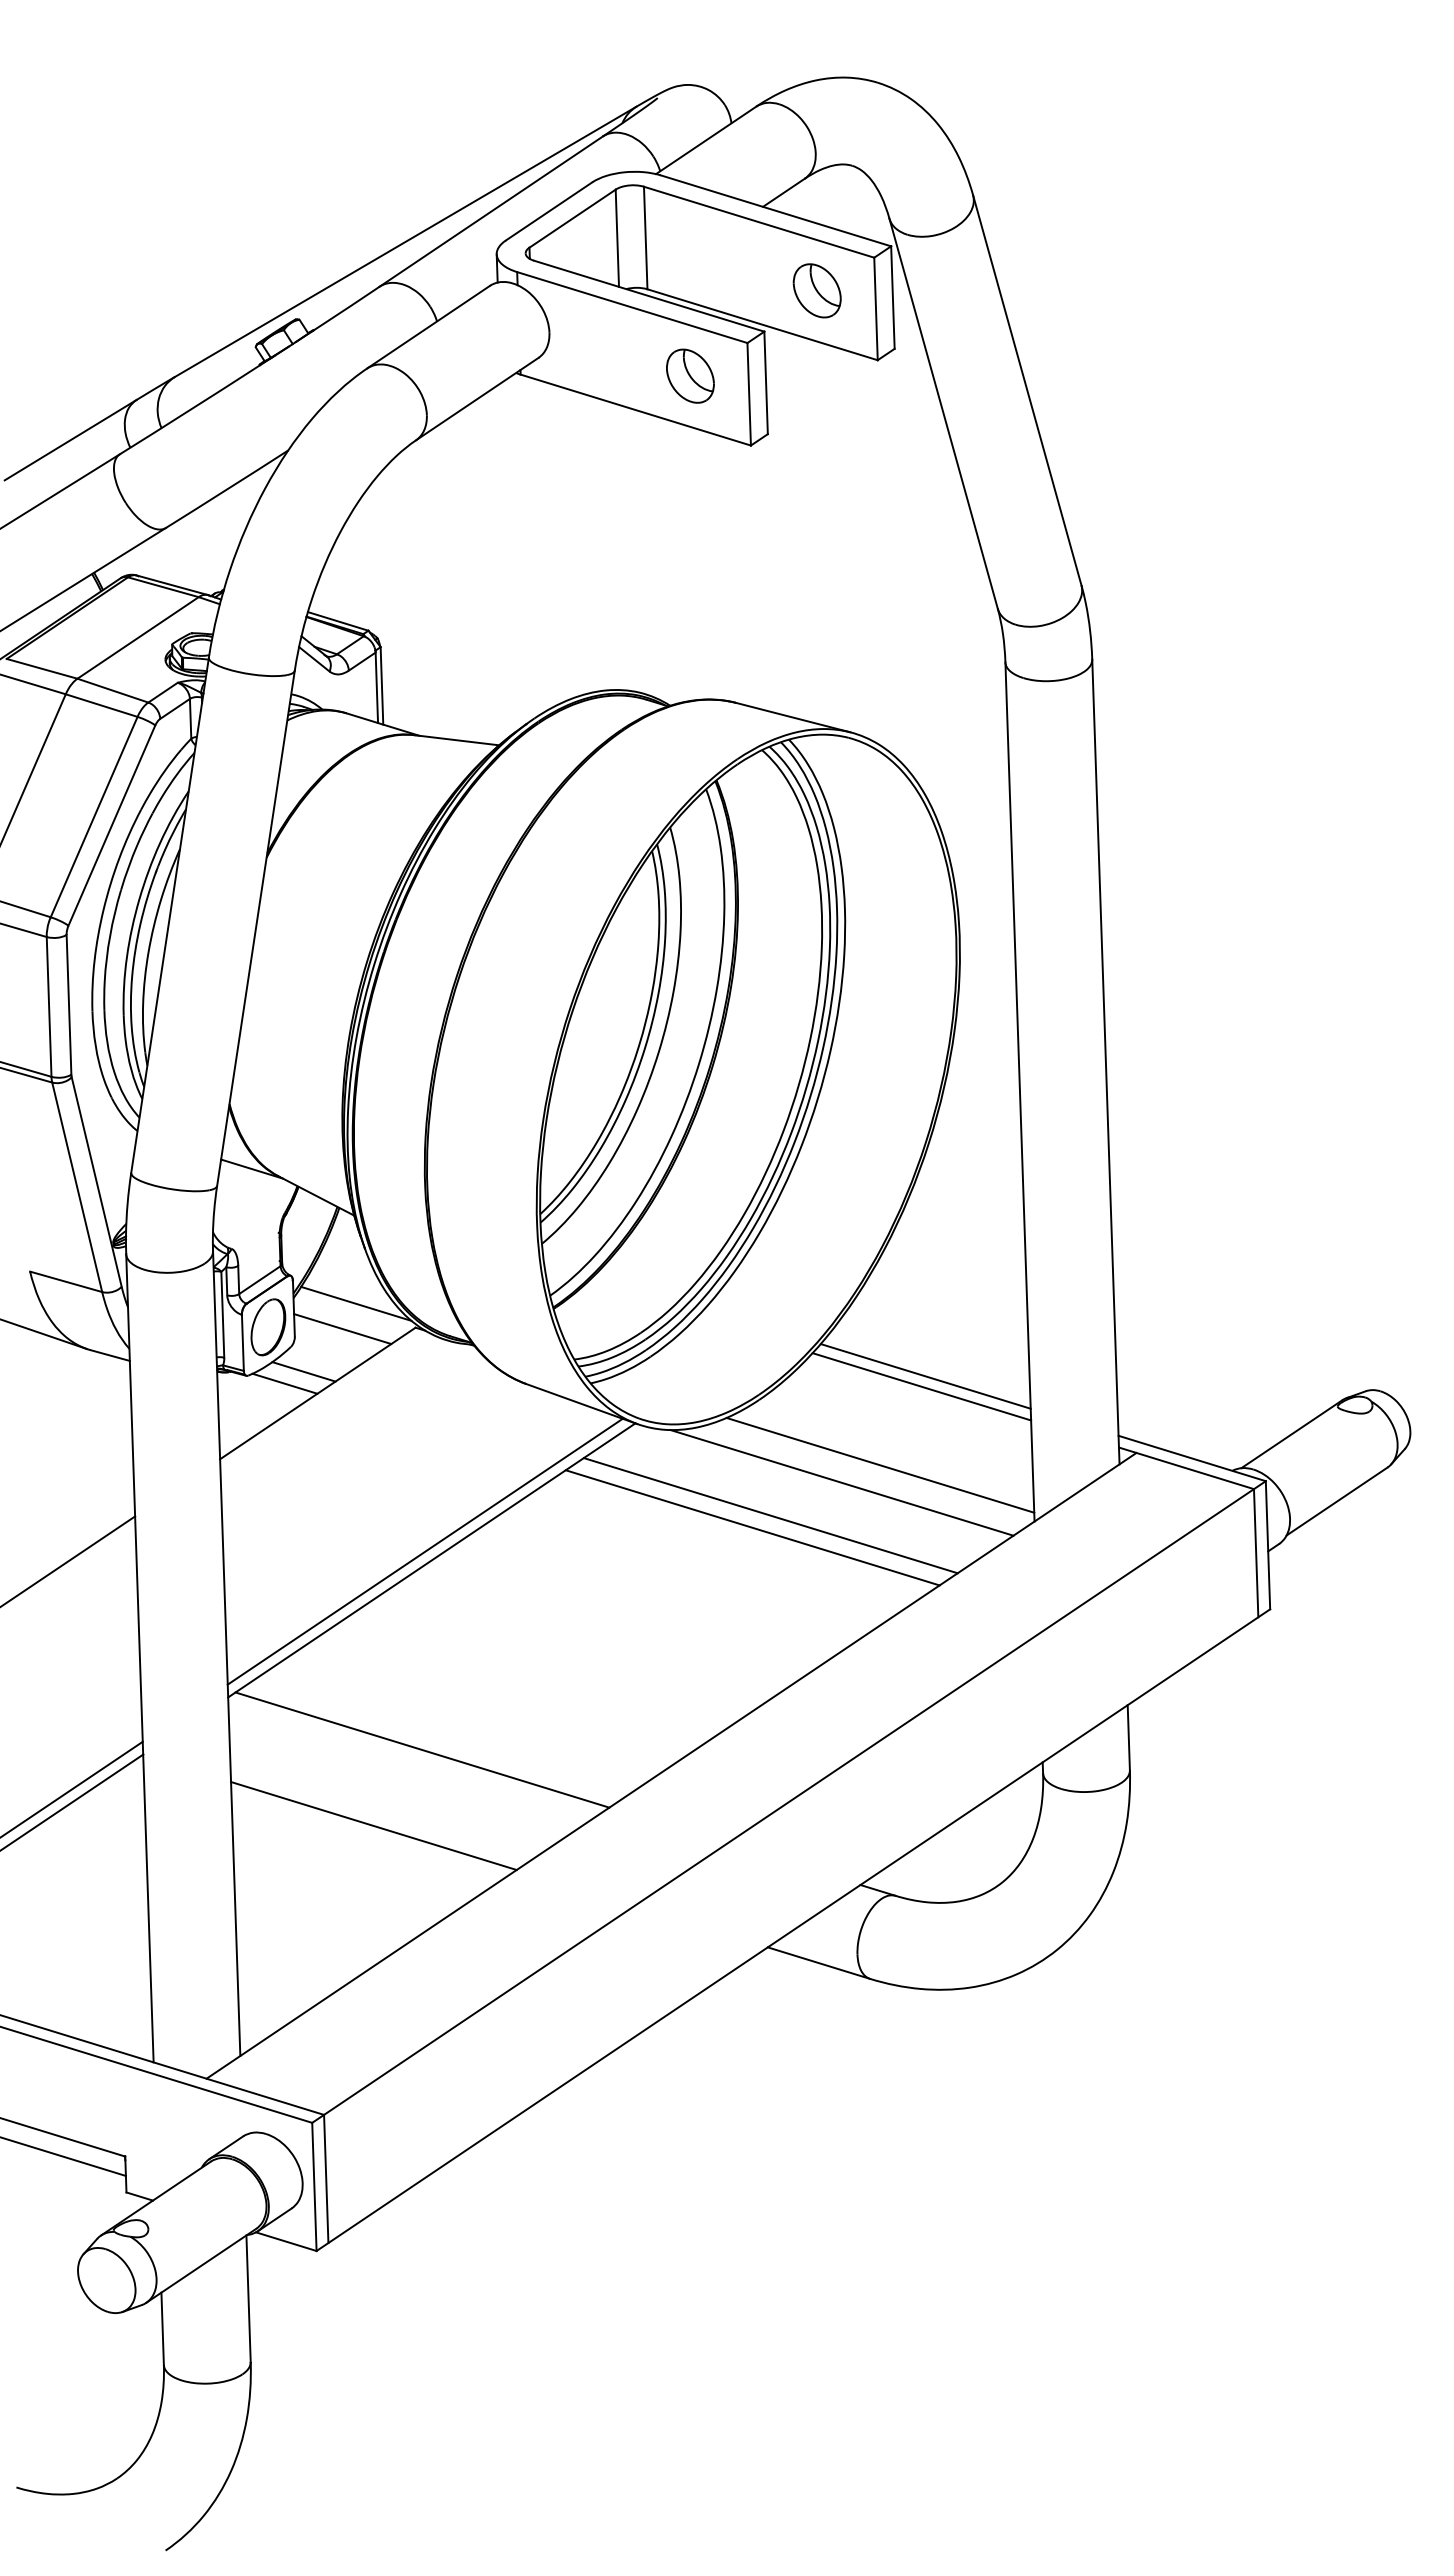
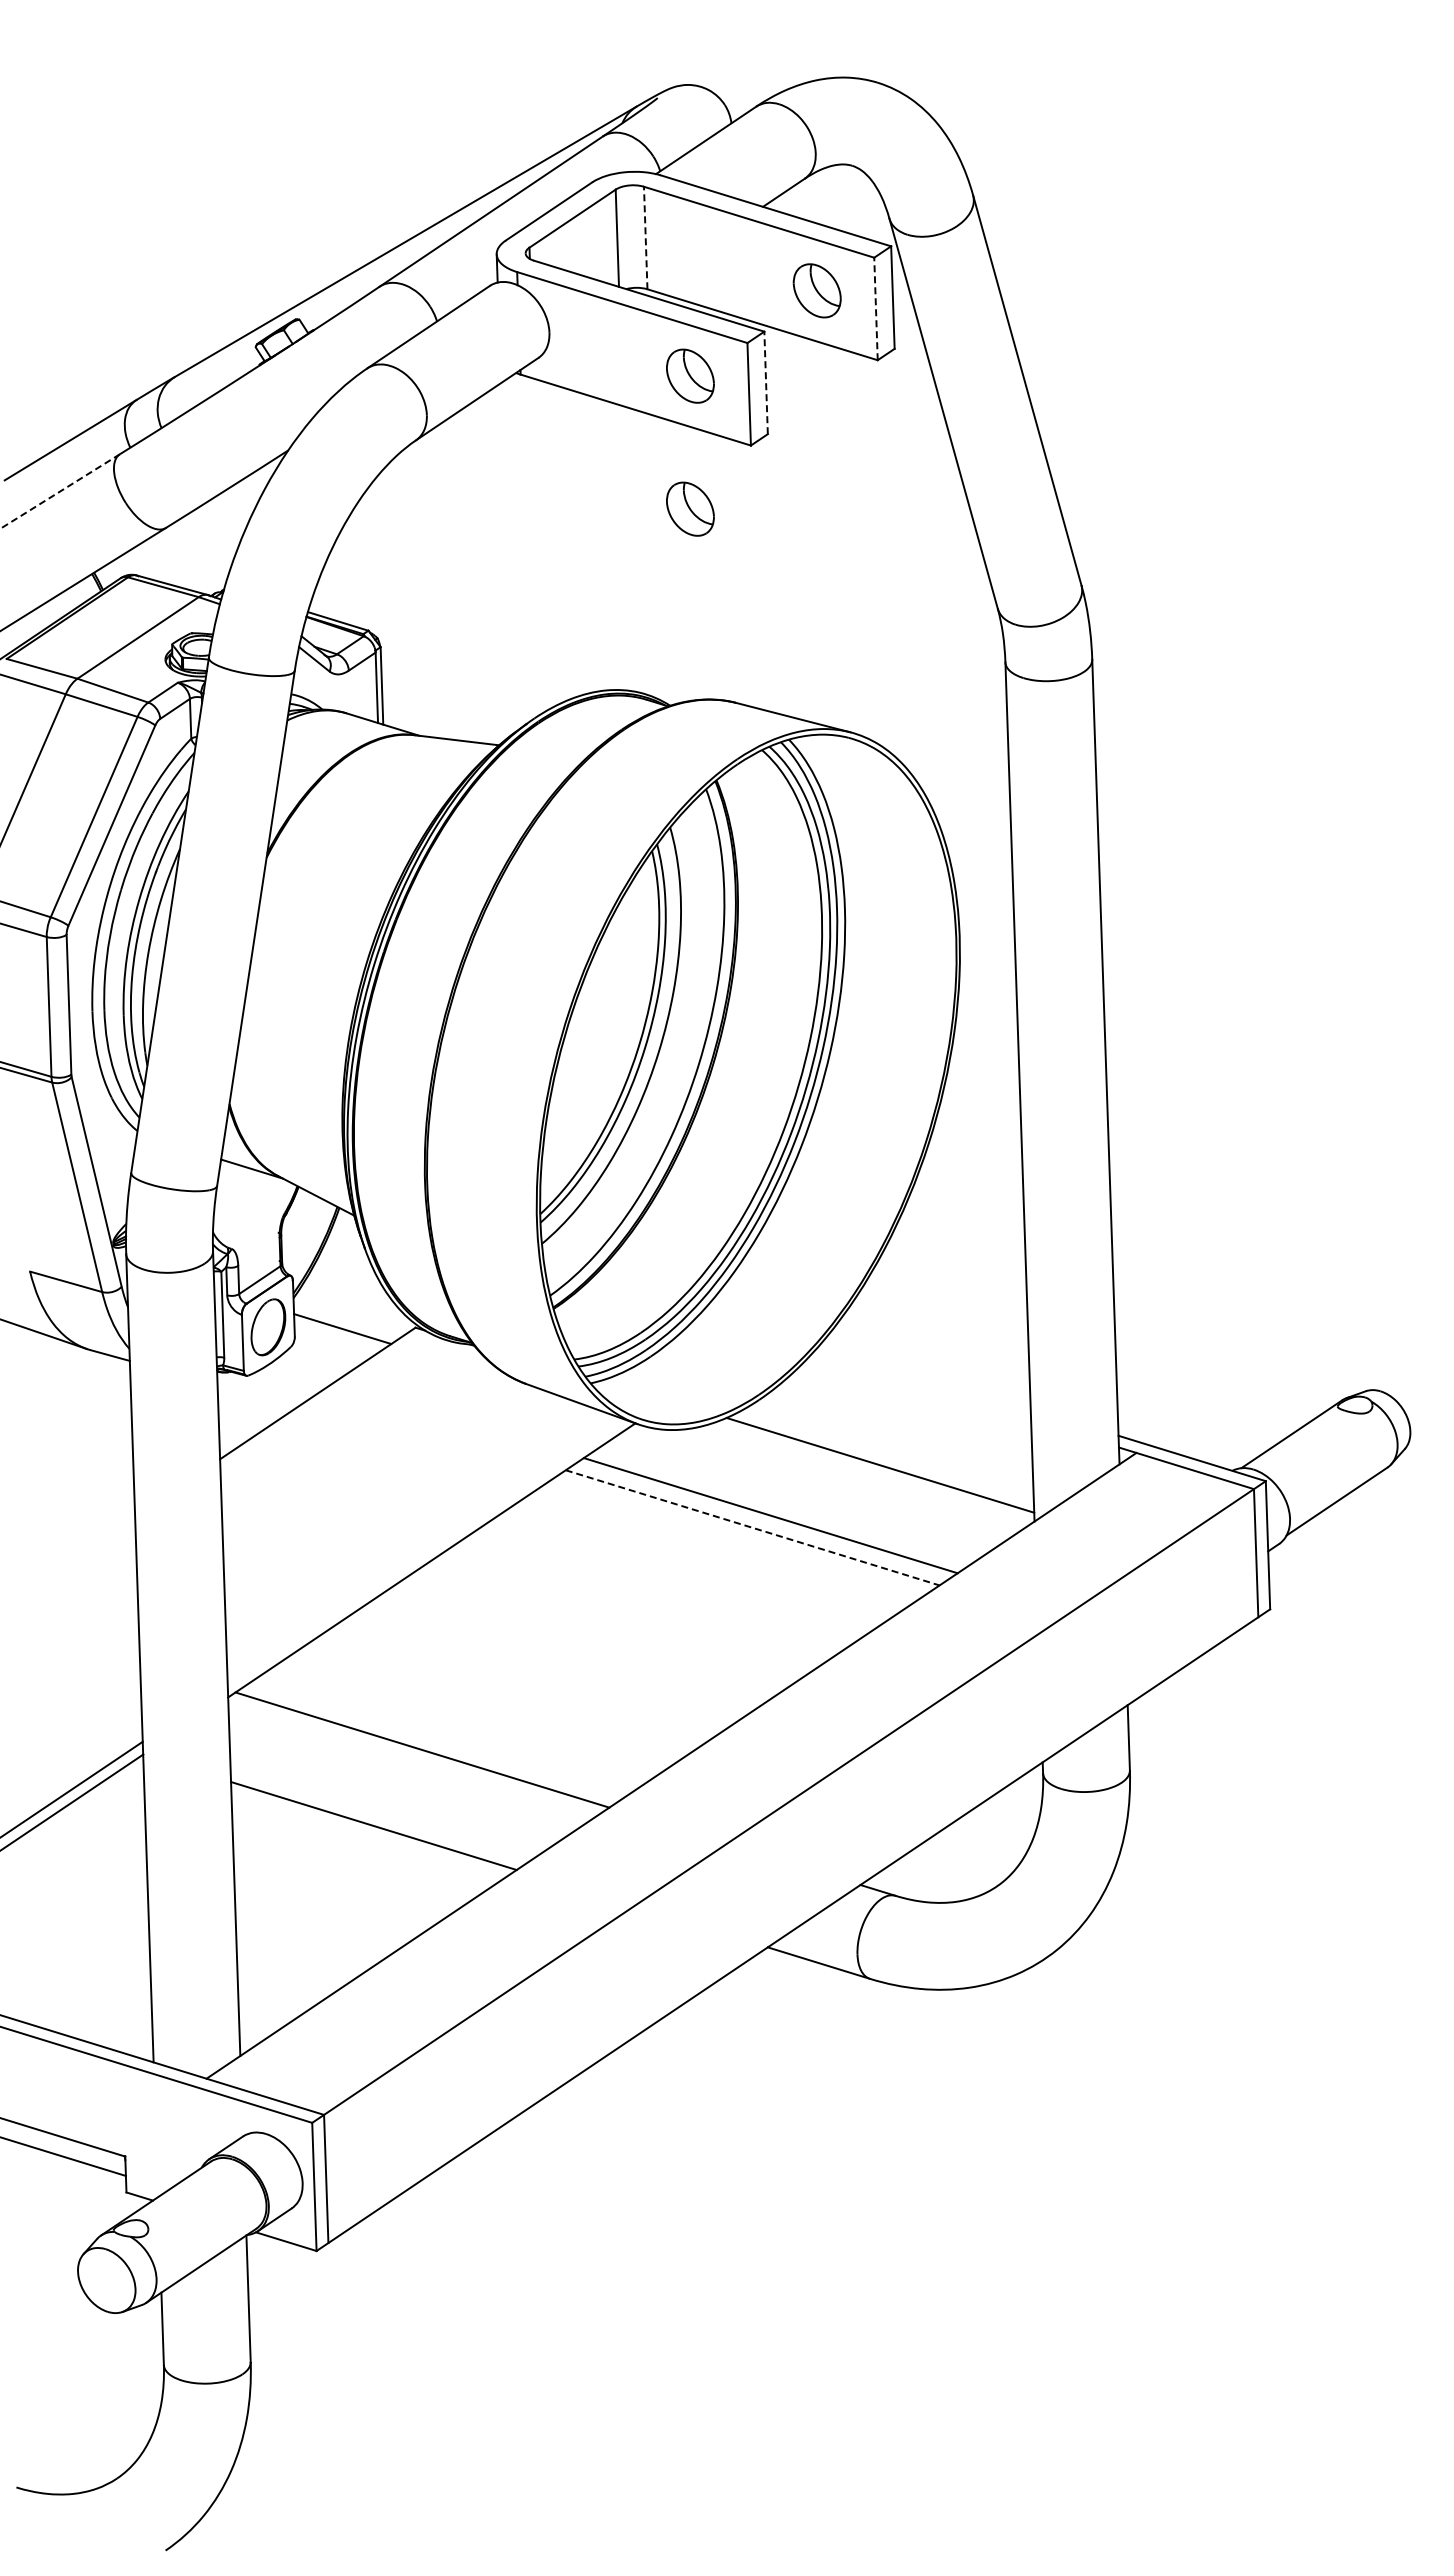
line at (645, 237): solid -> dashed
line at (875, 308): solid -> dashed
line at (766, 382): solid -> dashed
line at (59, 491): solid -> dashed
part at (690, 508): none -> present
line at (356, 1303): present -> none
line at (303, 1371): present -> none
line at (925, 1376): present -> none
line at (284, 1383): present -> none
line at (921, 1386): present -> none
line at (841, 1482): present -> none
line at (752, 1527): solid -> dashed
line at (424, 1551): present -> none
line at (68, 1560): present -> none
